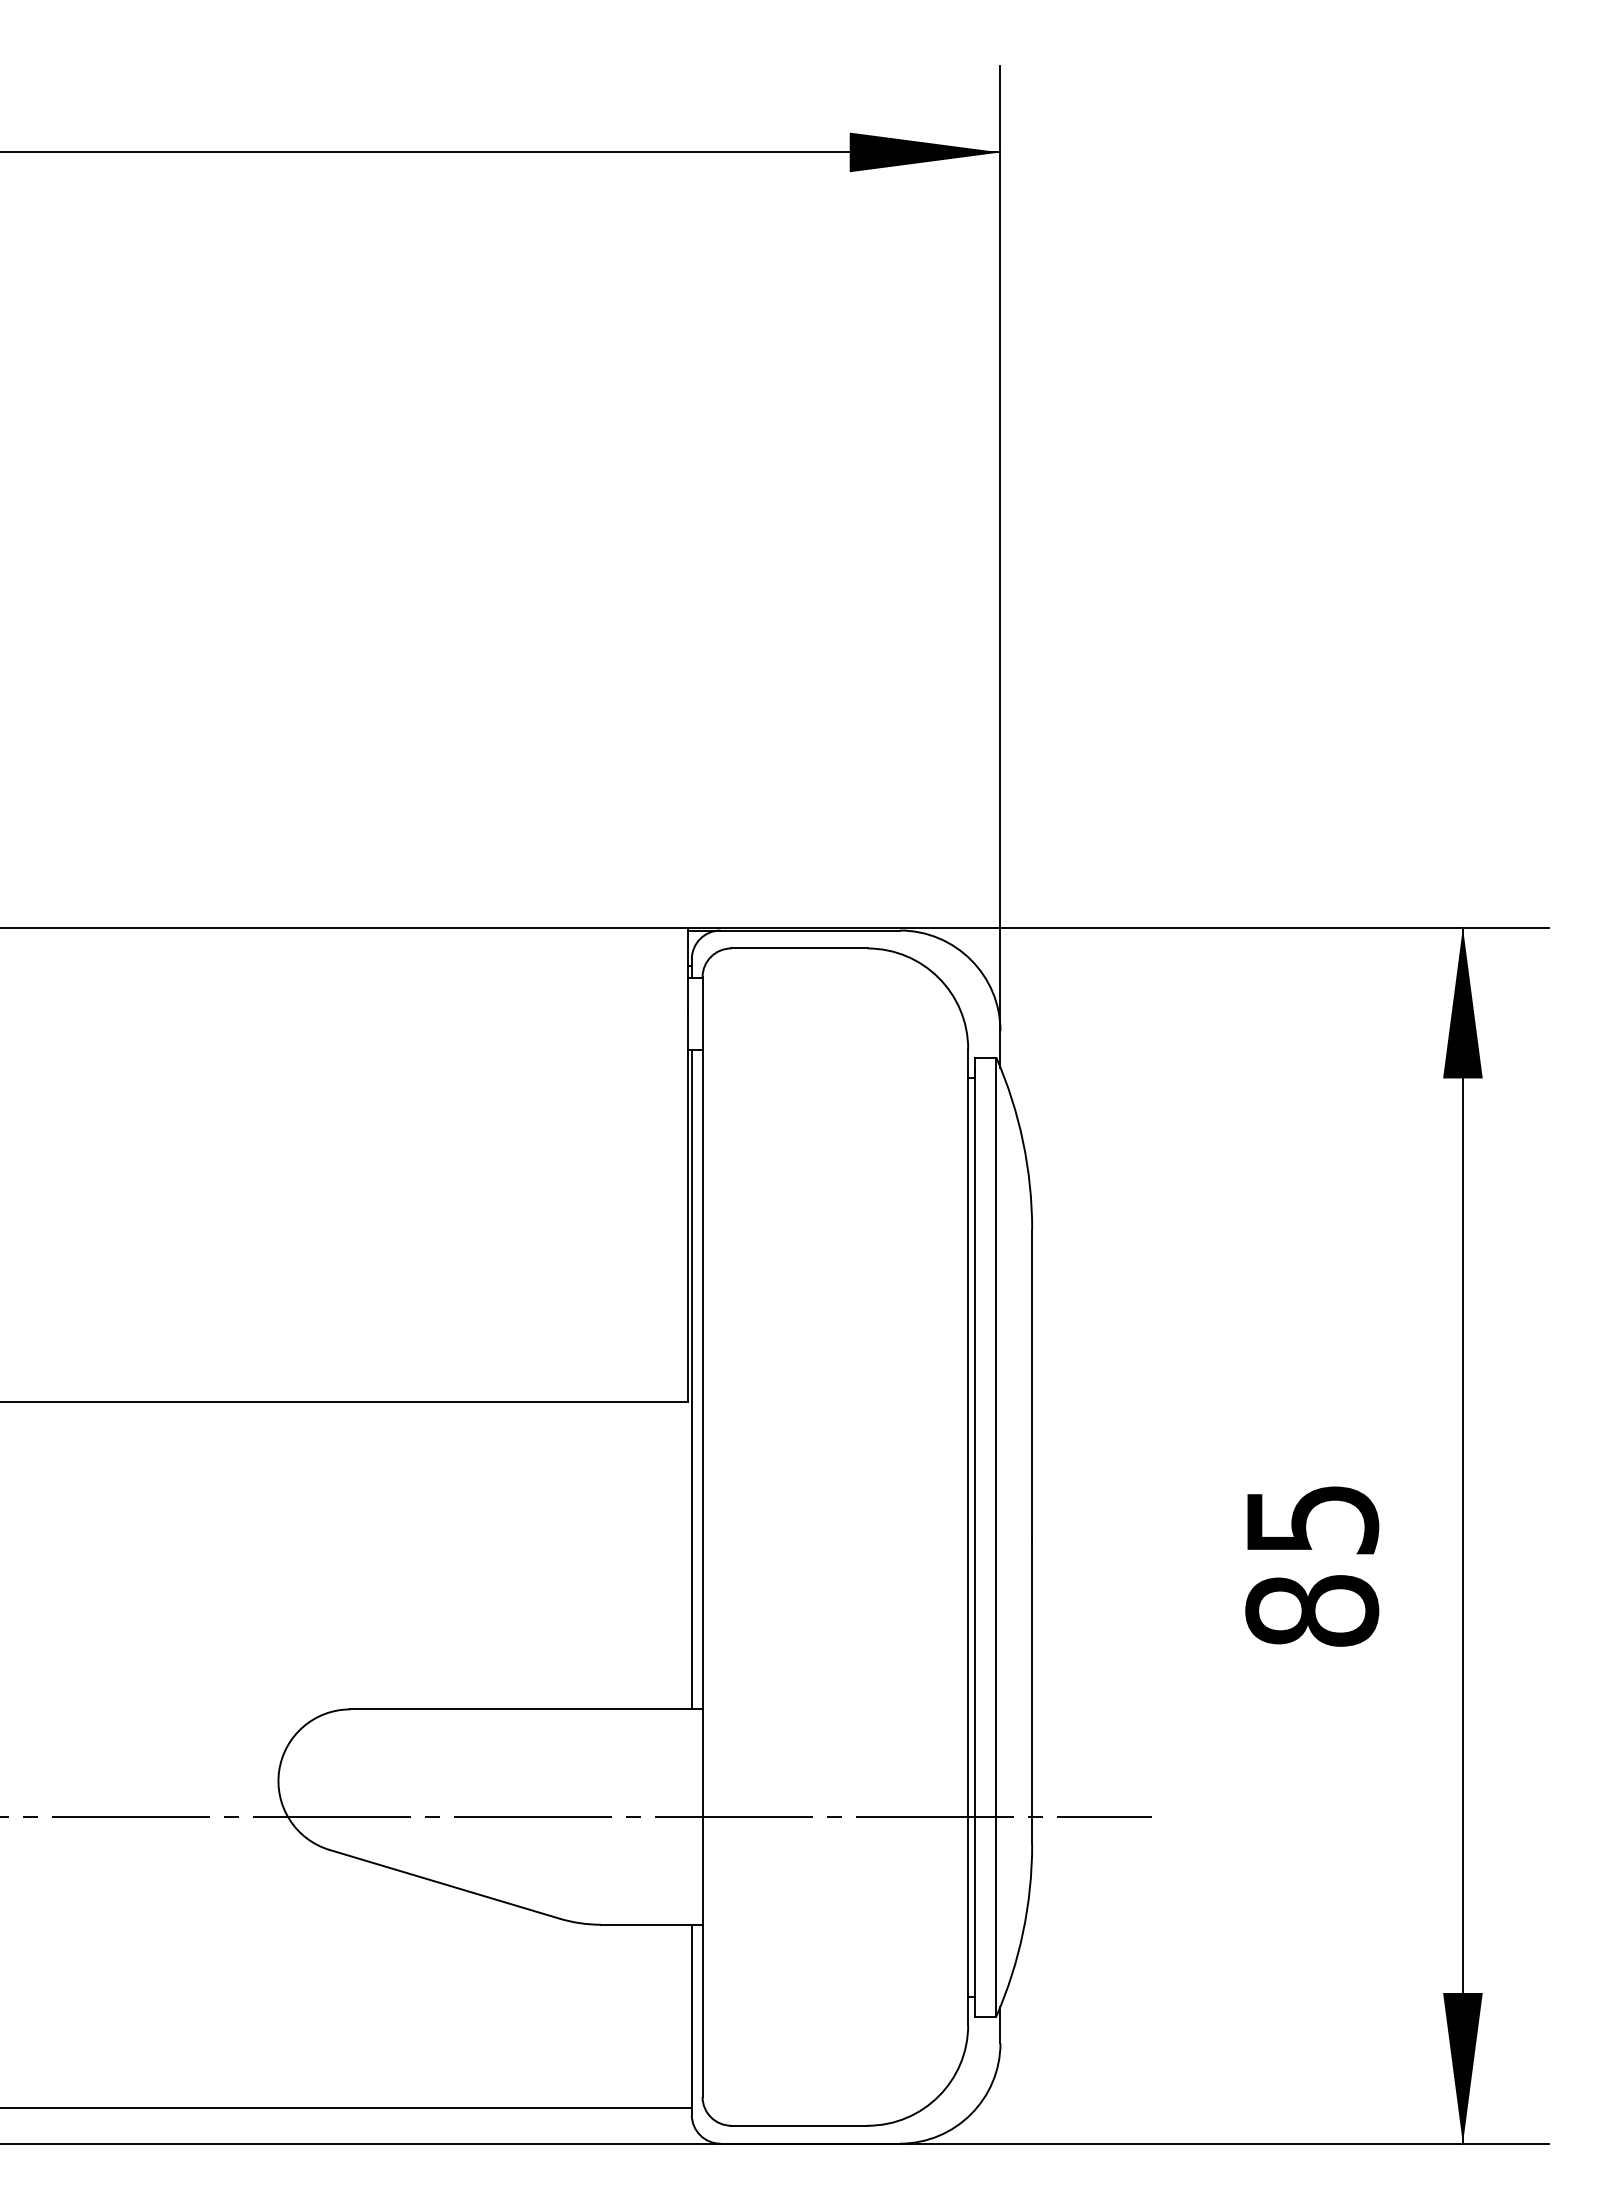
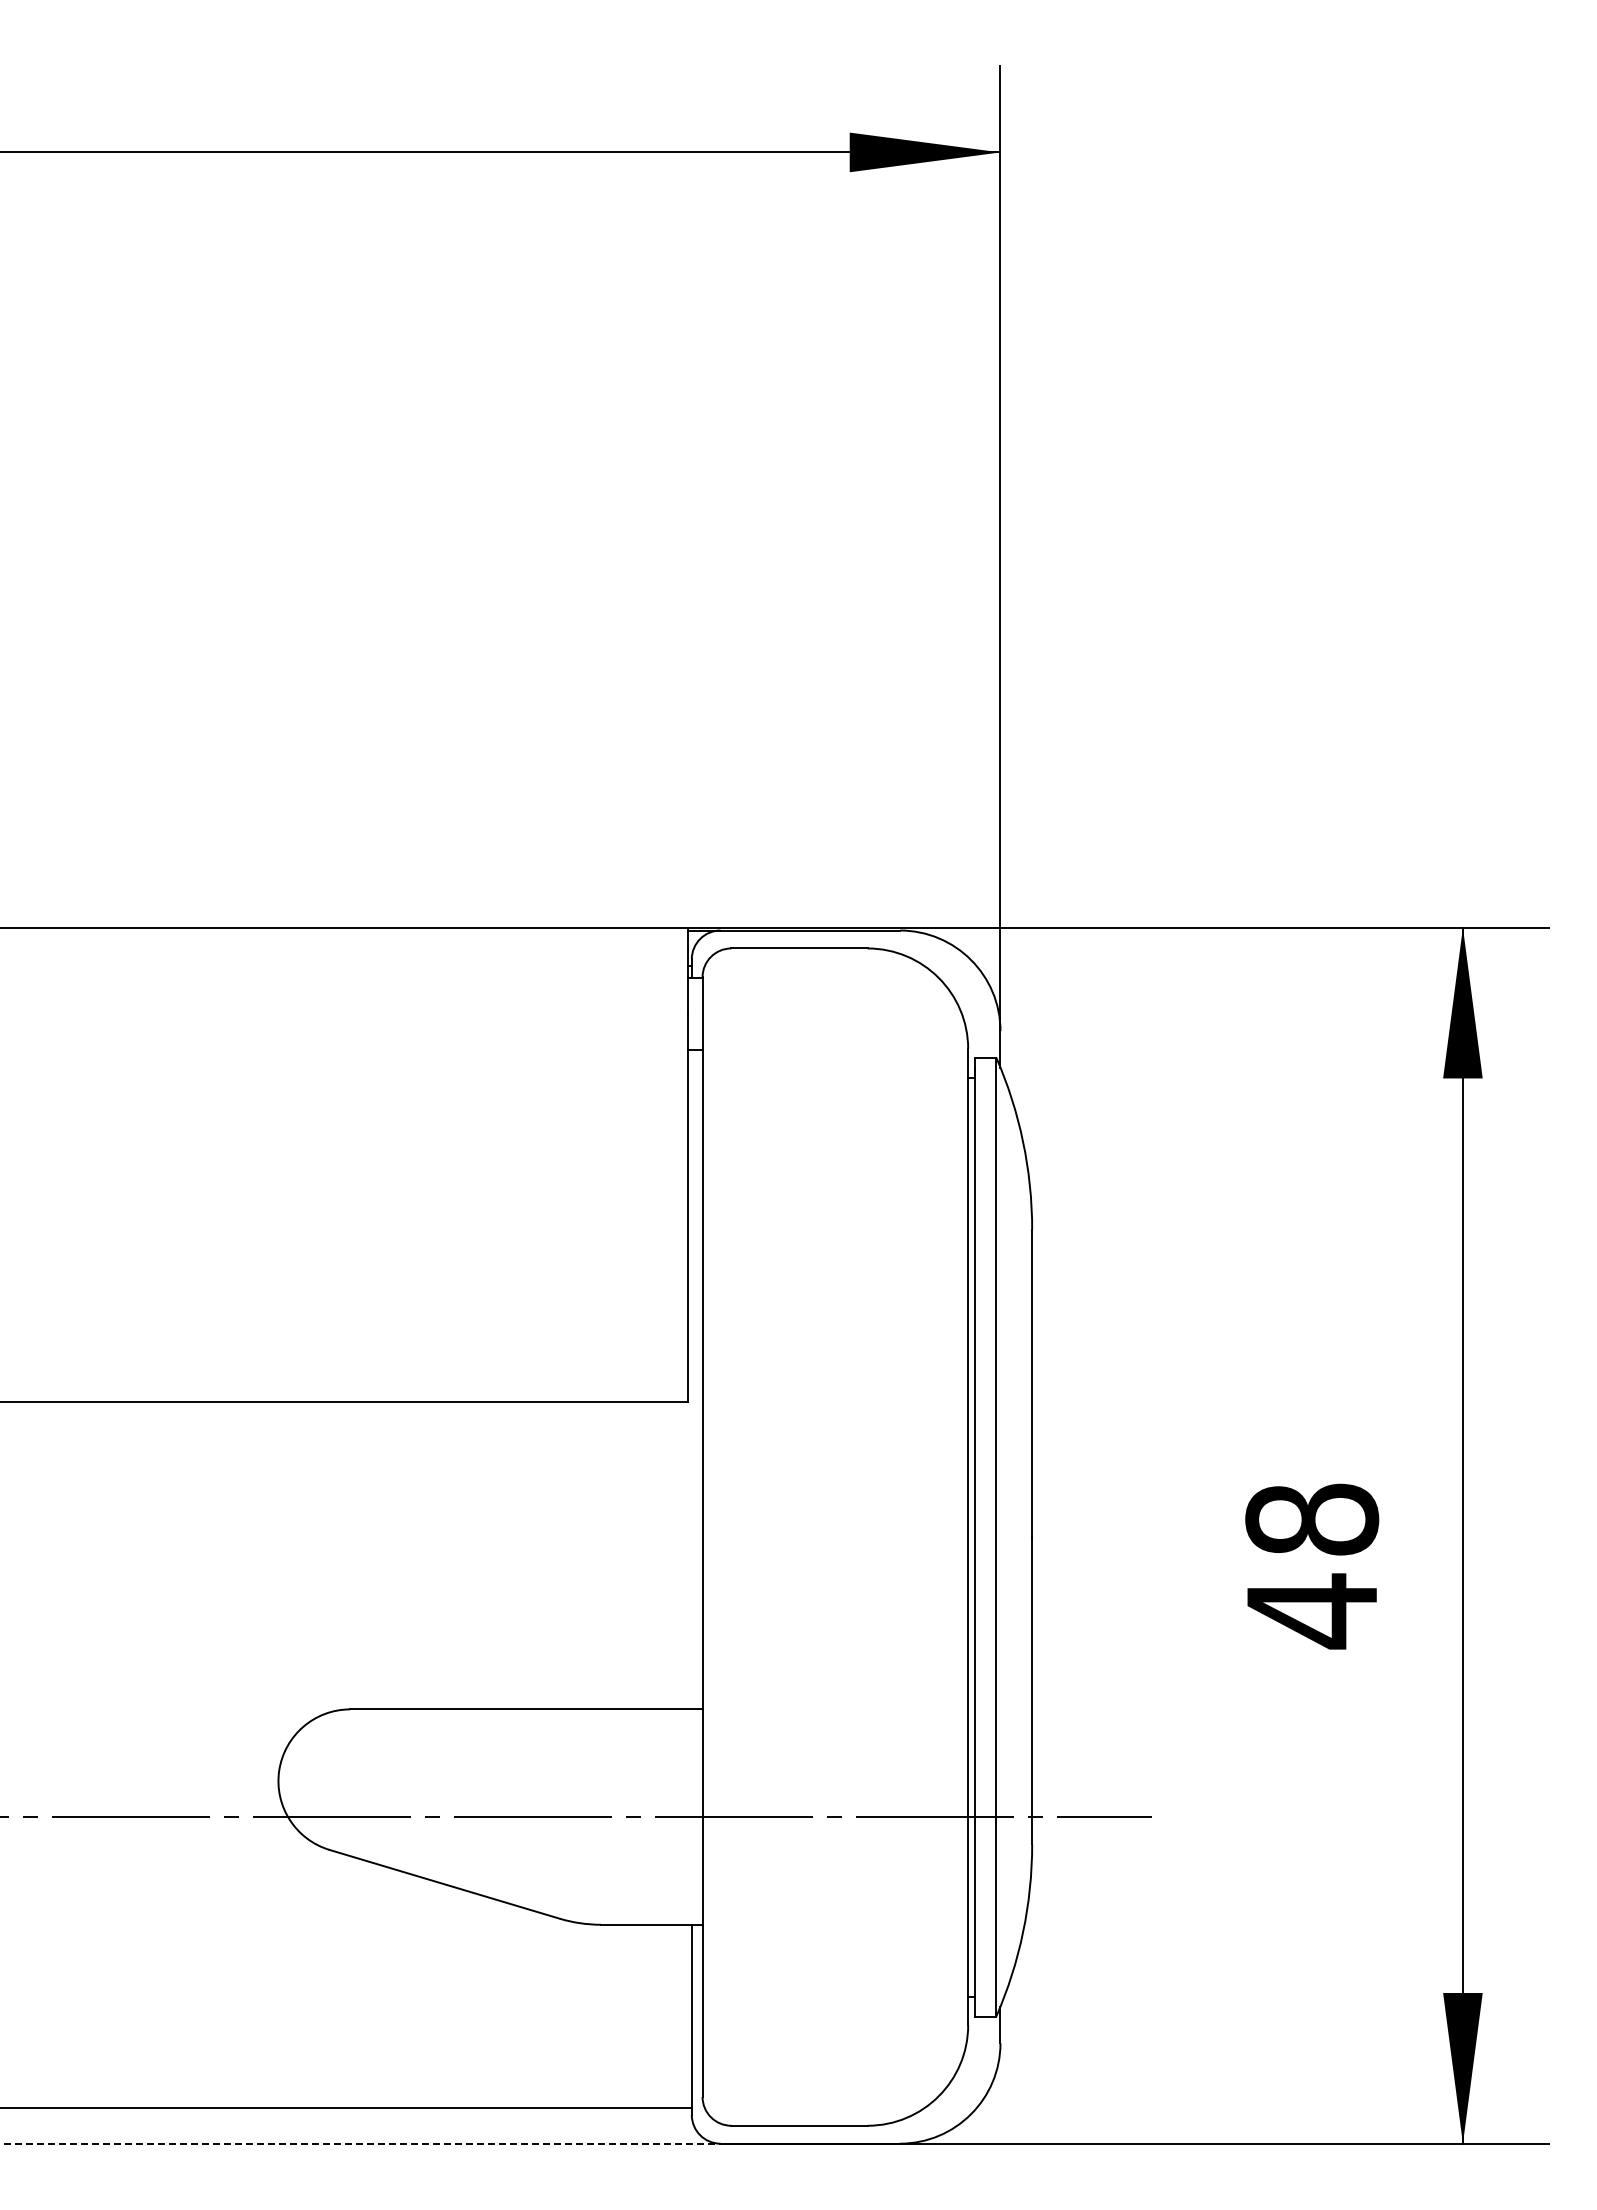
line at (691, 1379): present -> none
text at (1312, 1566): 85 -> 48
line at (360, 2143): solid -> dashed
